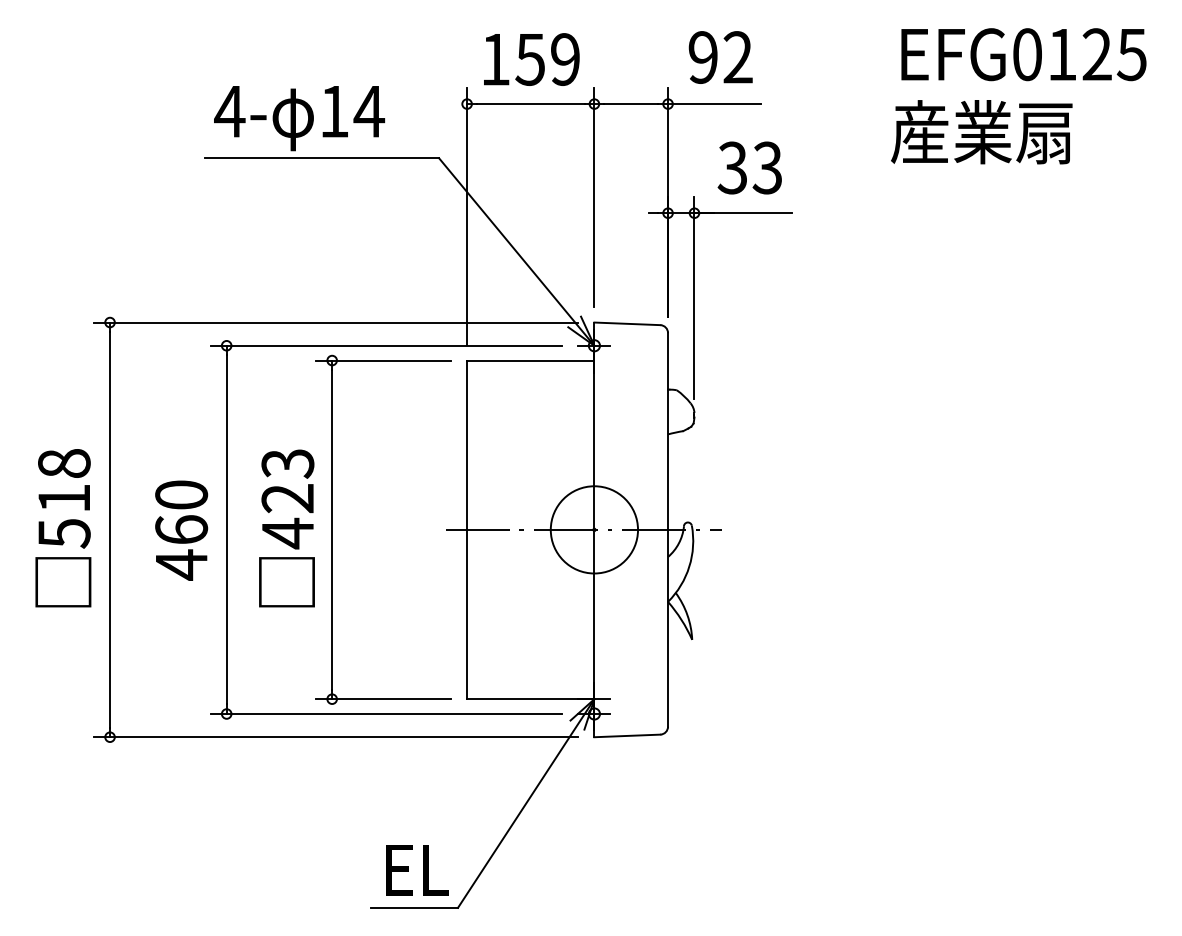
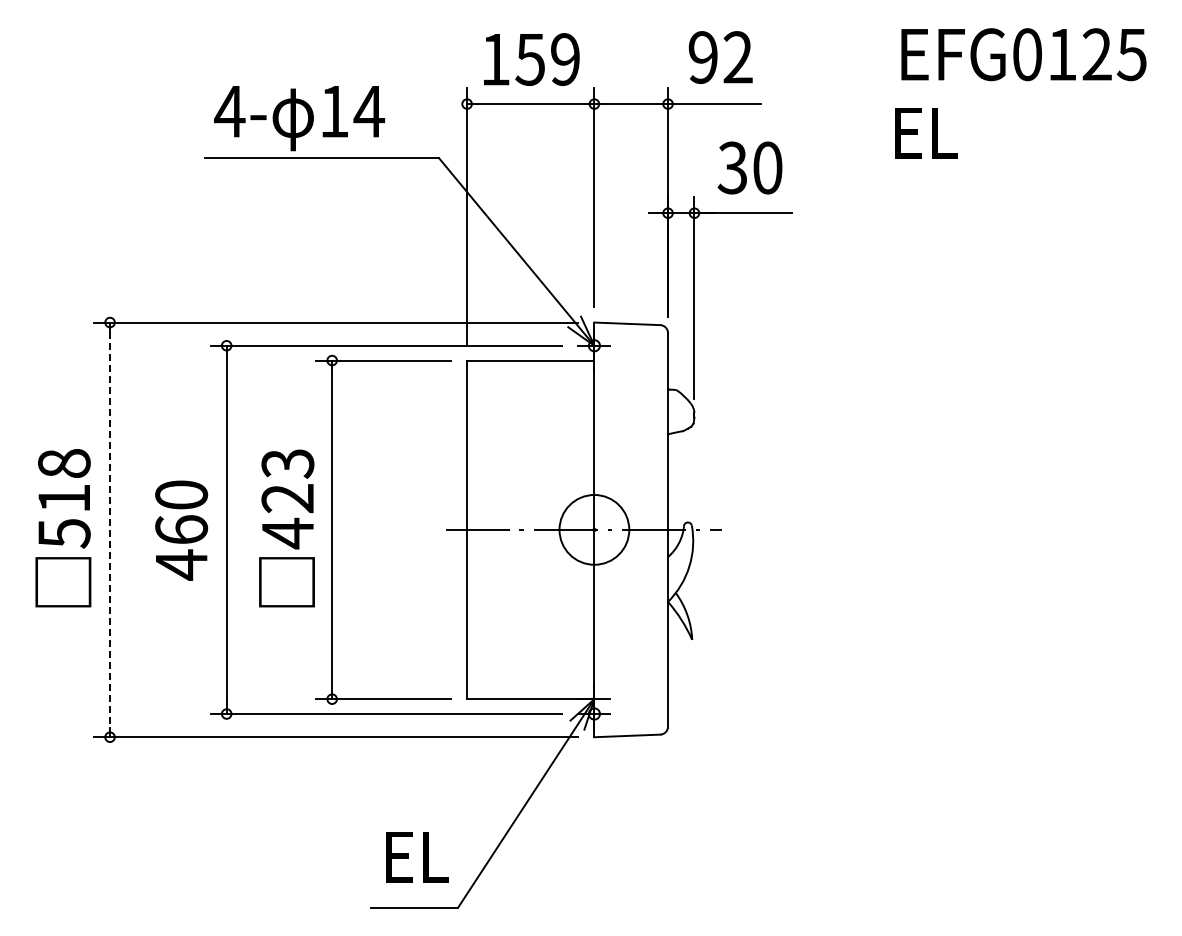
text at (981, 132): 産業扇 -> EL
text at (767, 167): 33 -> 30
line at (110, 529): solid -> dashed
circle at (594, 529) diameter: 87 px -> 70 px
text at (417, 870) position: (417, 870) -> (417, 857)
